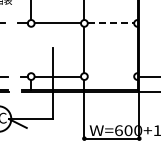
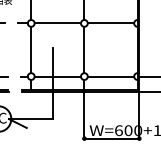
line at (111, 23): dashed -> solid
line at (31, 49): none -> present
line at (110, 76): none -> present
